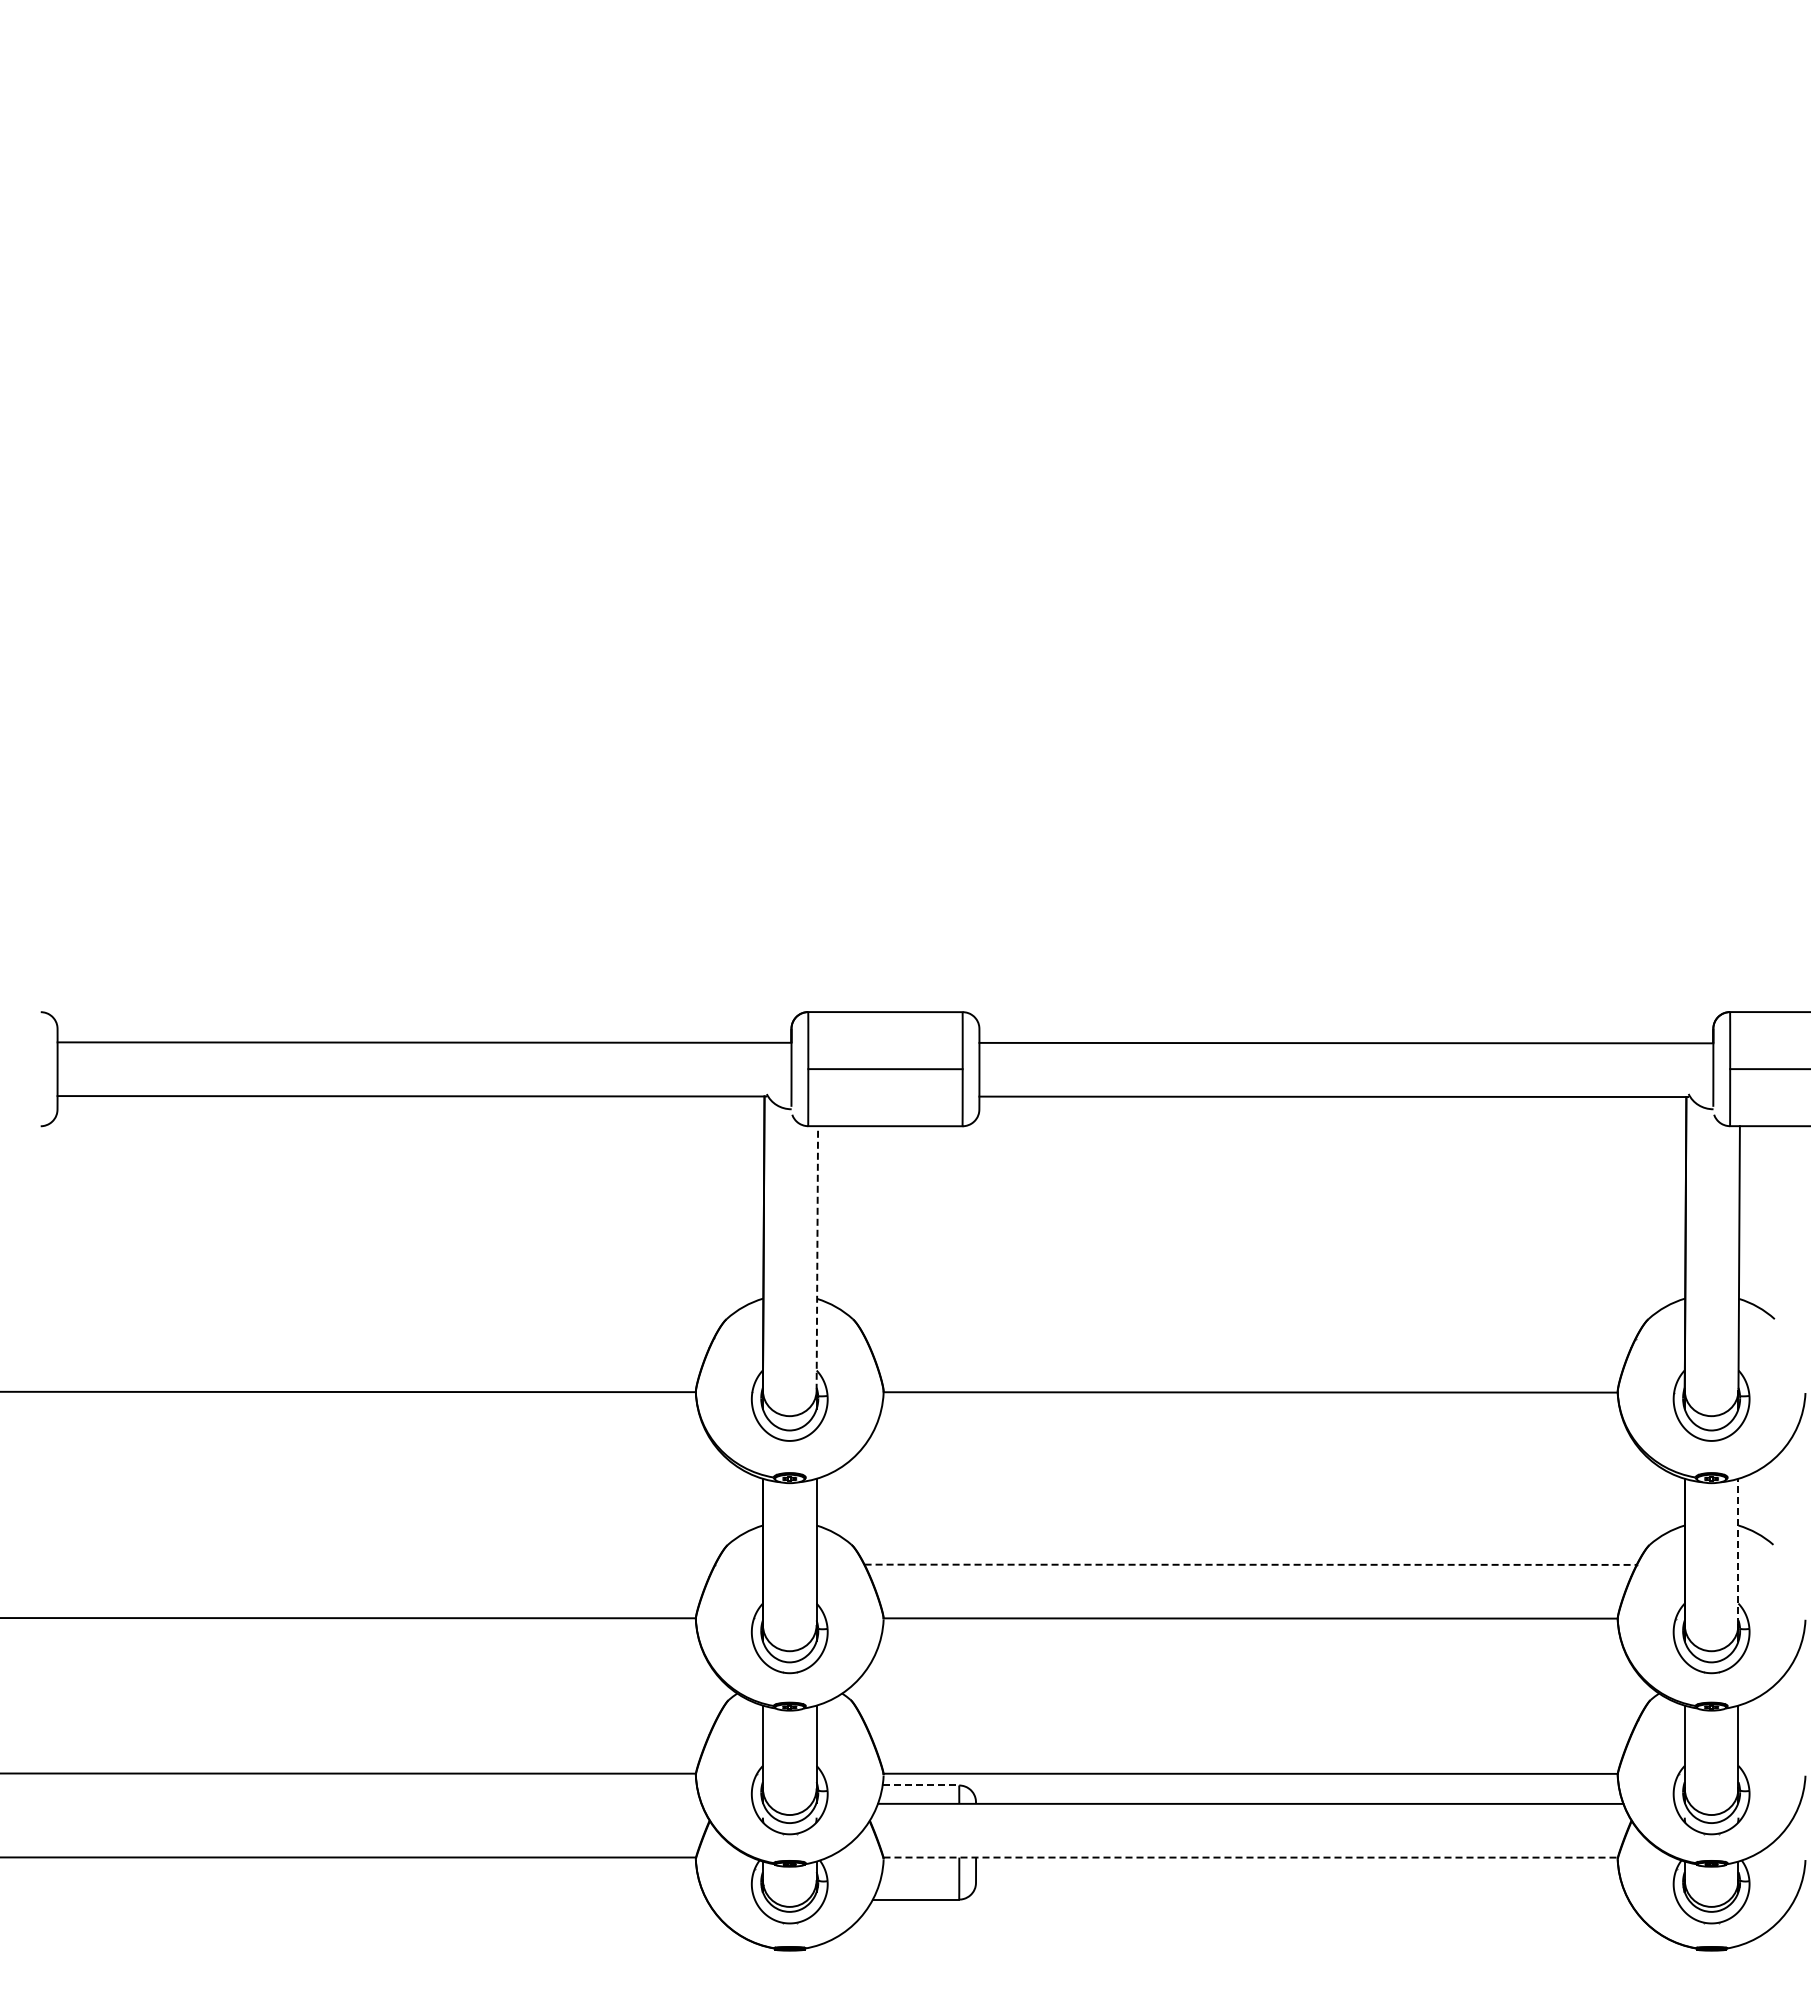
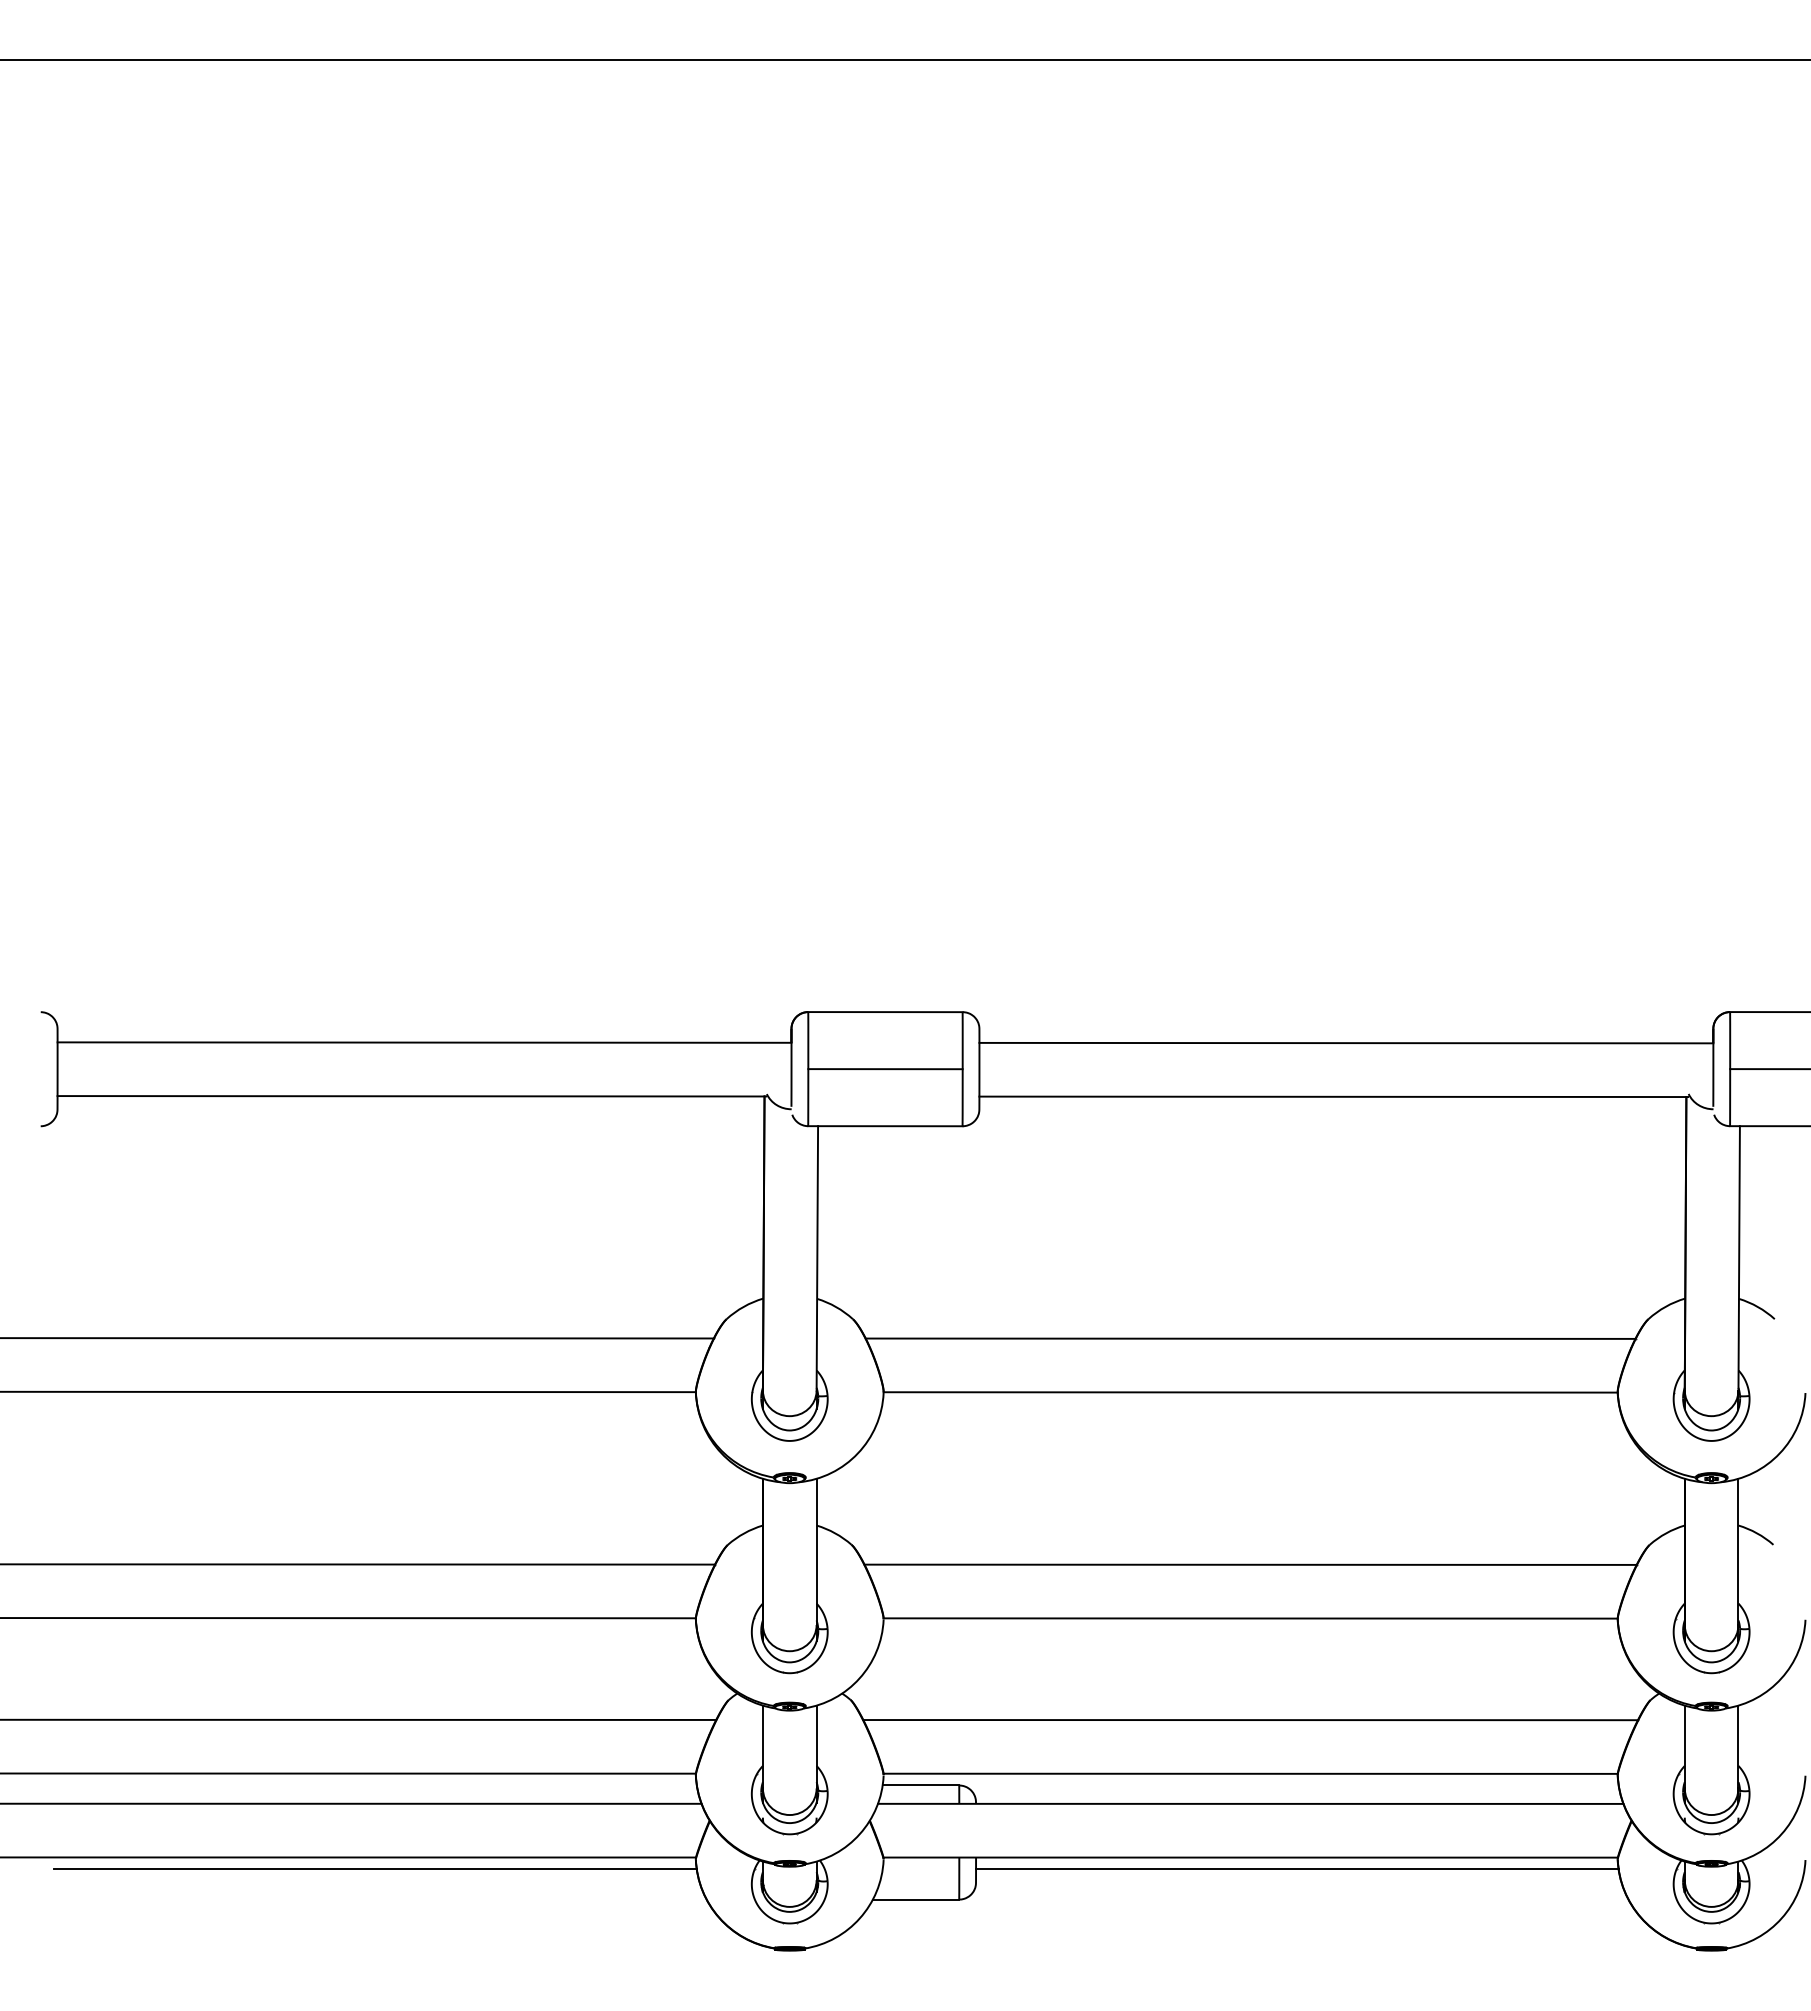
line at (904, 60): none -> present
line at (817, 1257): dashed -> solid
line at (357, 1338): none -> present
line at (1250, 1338): none -> present
line at (1738, 1551): dashed -> solid
line at (358, 1564): none -> present
line at (1251, 1564): dashed -> solid
line at (359, 1719): none -> present
line at (1250, 1720): none -> present
line at (921, 1785): dashed -> solid
line at (351, 1803): none -> present
line at (1251, 1857): dashed -> solid
line at (375, 1869): none -> present
line at (1297, 1869): none -> present
